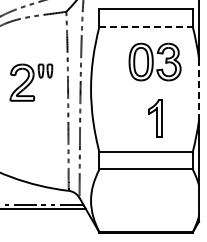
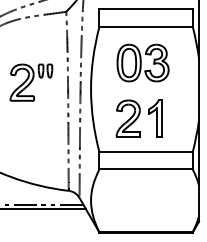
line at (146, 26): dashed -> solid
part at (154, 61) position: (154, 61) -> (142, 62)
line at (199, 89): dashed -> solid
part at (127, 118): none -> present
